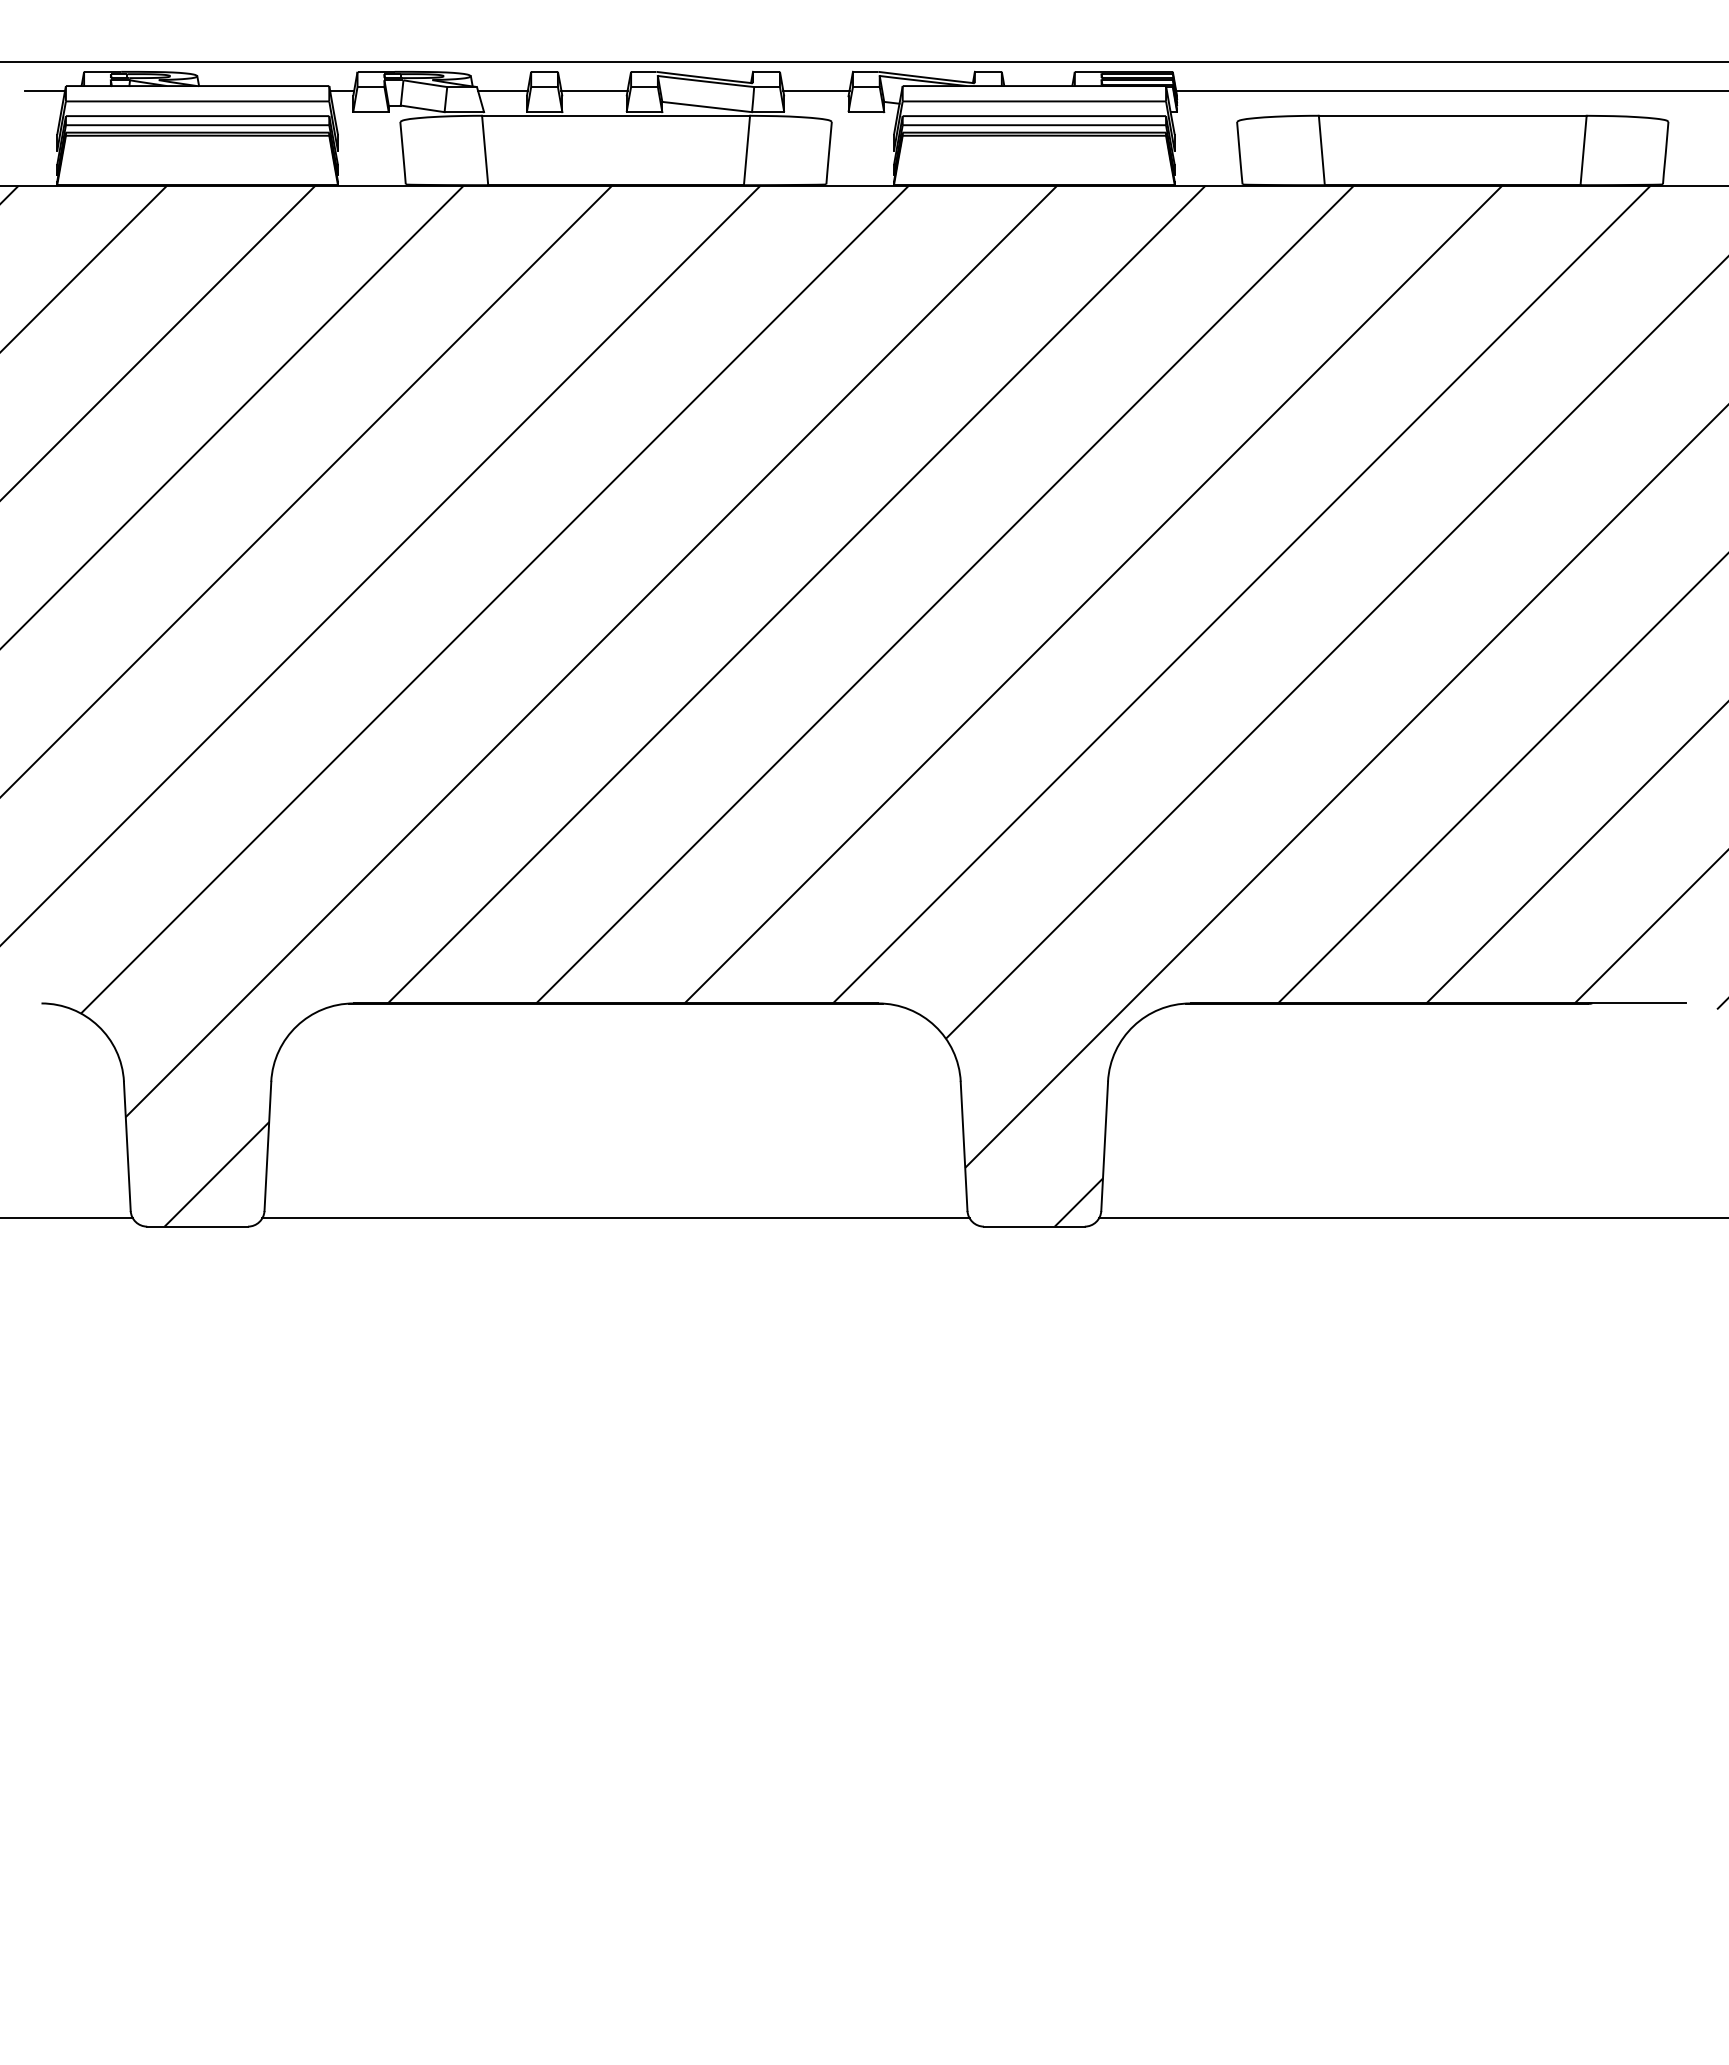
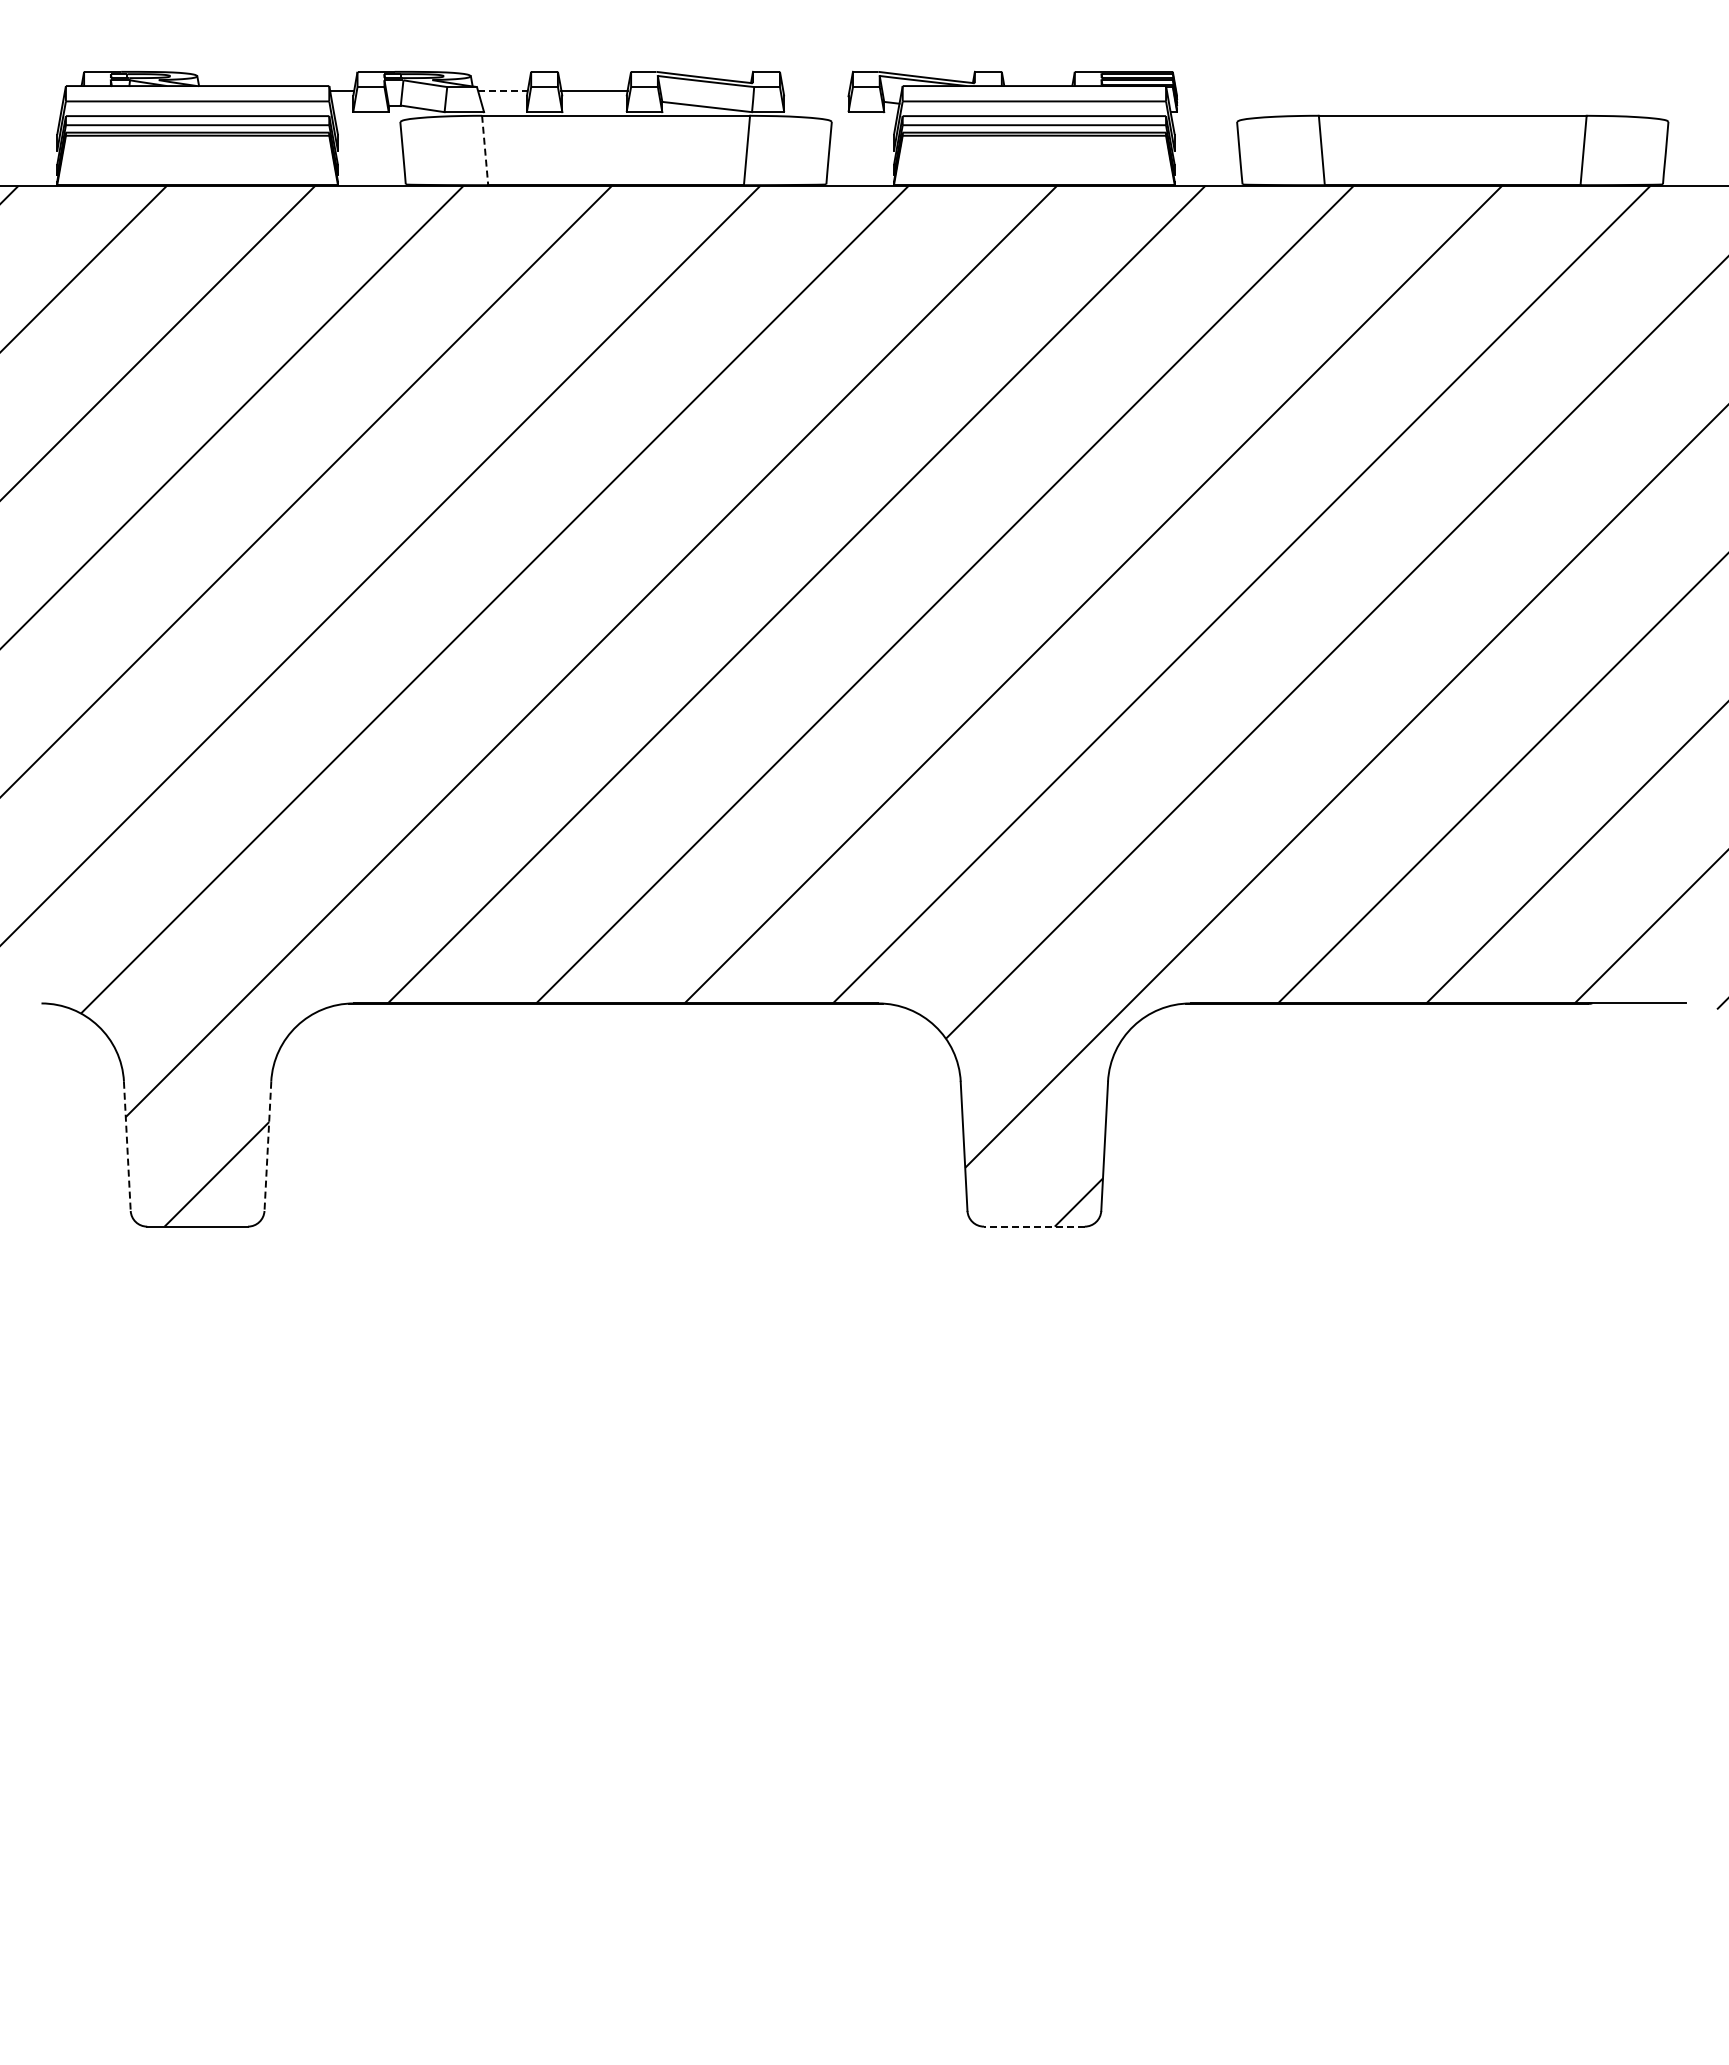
line at (863, 61): present -> none
line at (44, 91): present -> none
line at (502, 91): solid -> dashed
line at (816, 91): present -> none
line at (1450, 91): present -> none
line at (485, 150): solid -> dashed
line at (127, 1146): solid -> dashed
line at (267, 1146): solid -> dashed
line at (67, 1218): present -> none
line at (615, 1218): present -> none
line at (1412, 1218): present -> none
line at (1033, 1226): solid -> dashed
